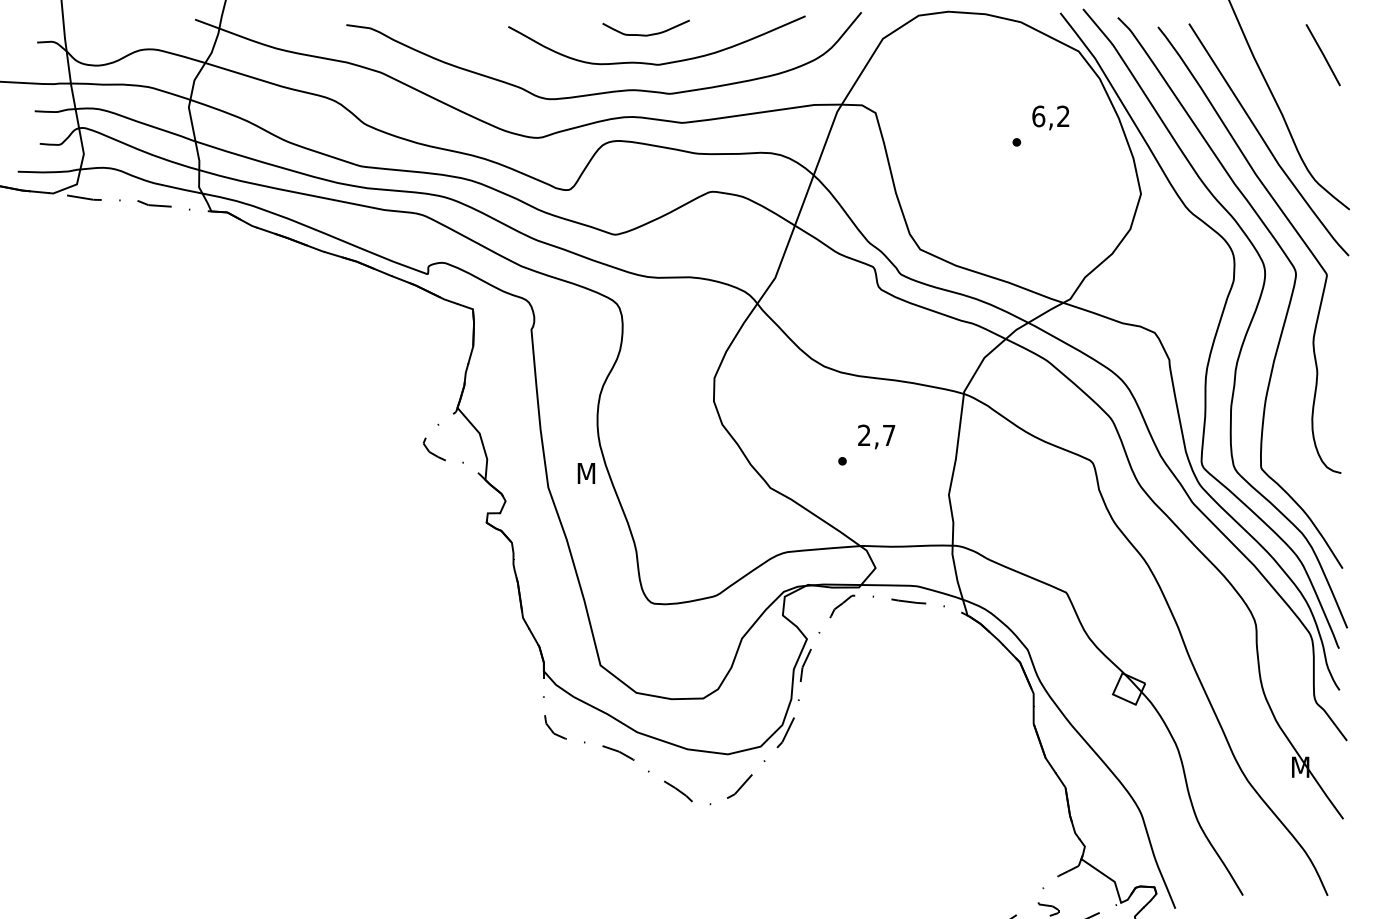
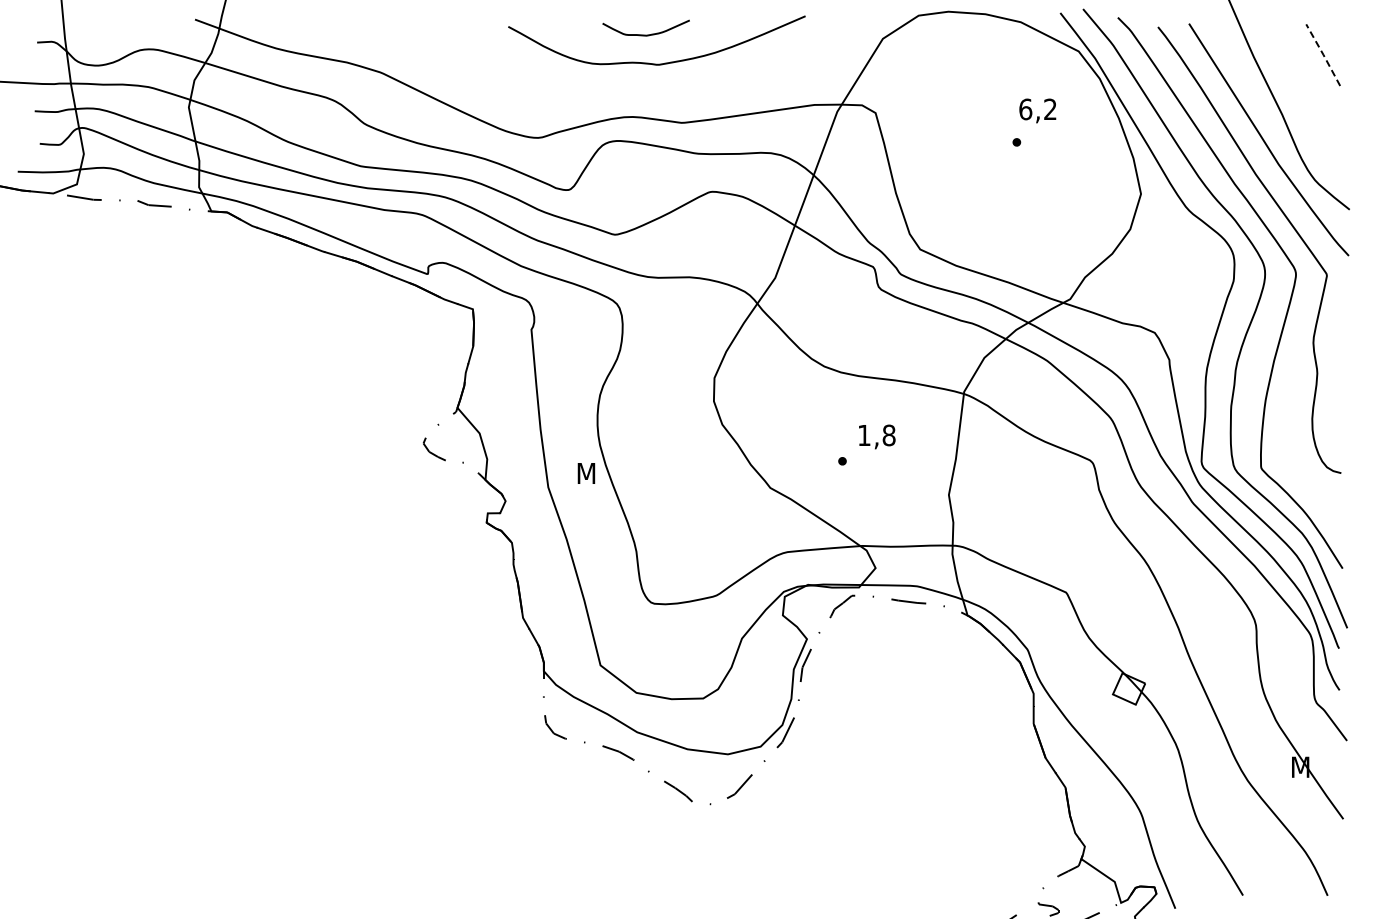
line at (1323, 54): solid -> dashed
curve at (605, 91): present -> none
text at (1050, 117) position: (1050, 117) -> (1037, 110)
text at (876, 435): 2,7 -> 1,8
